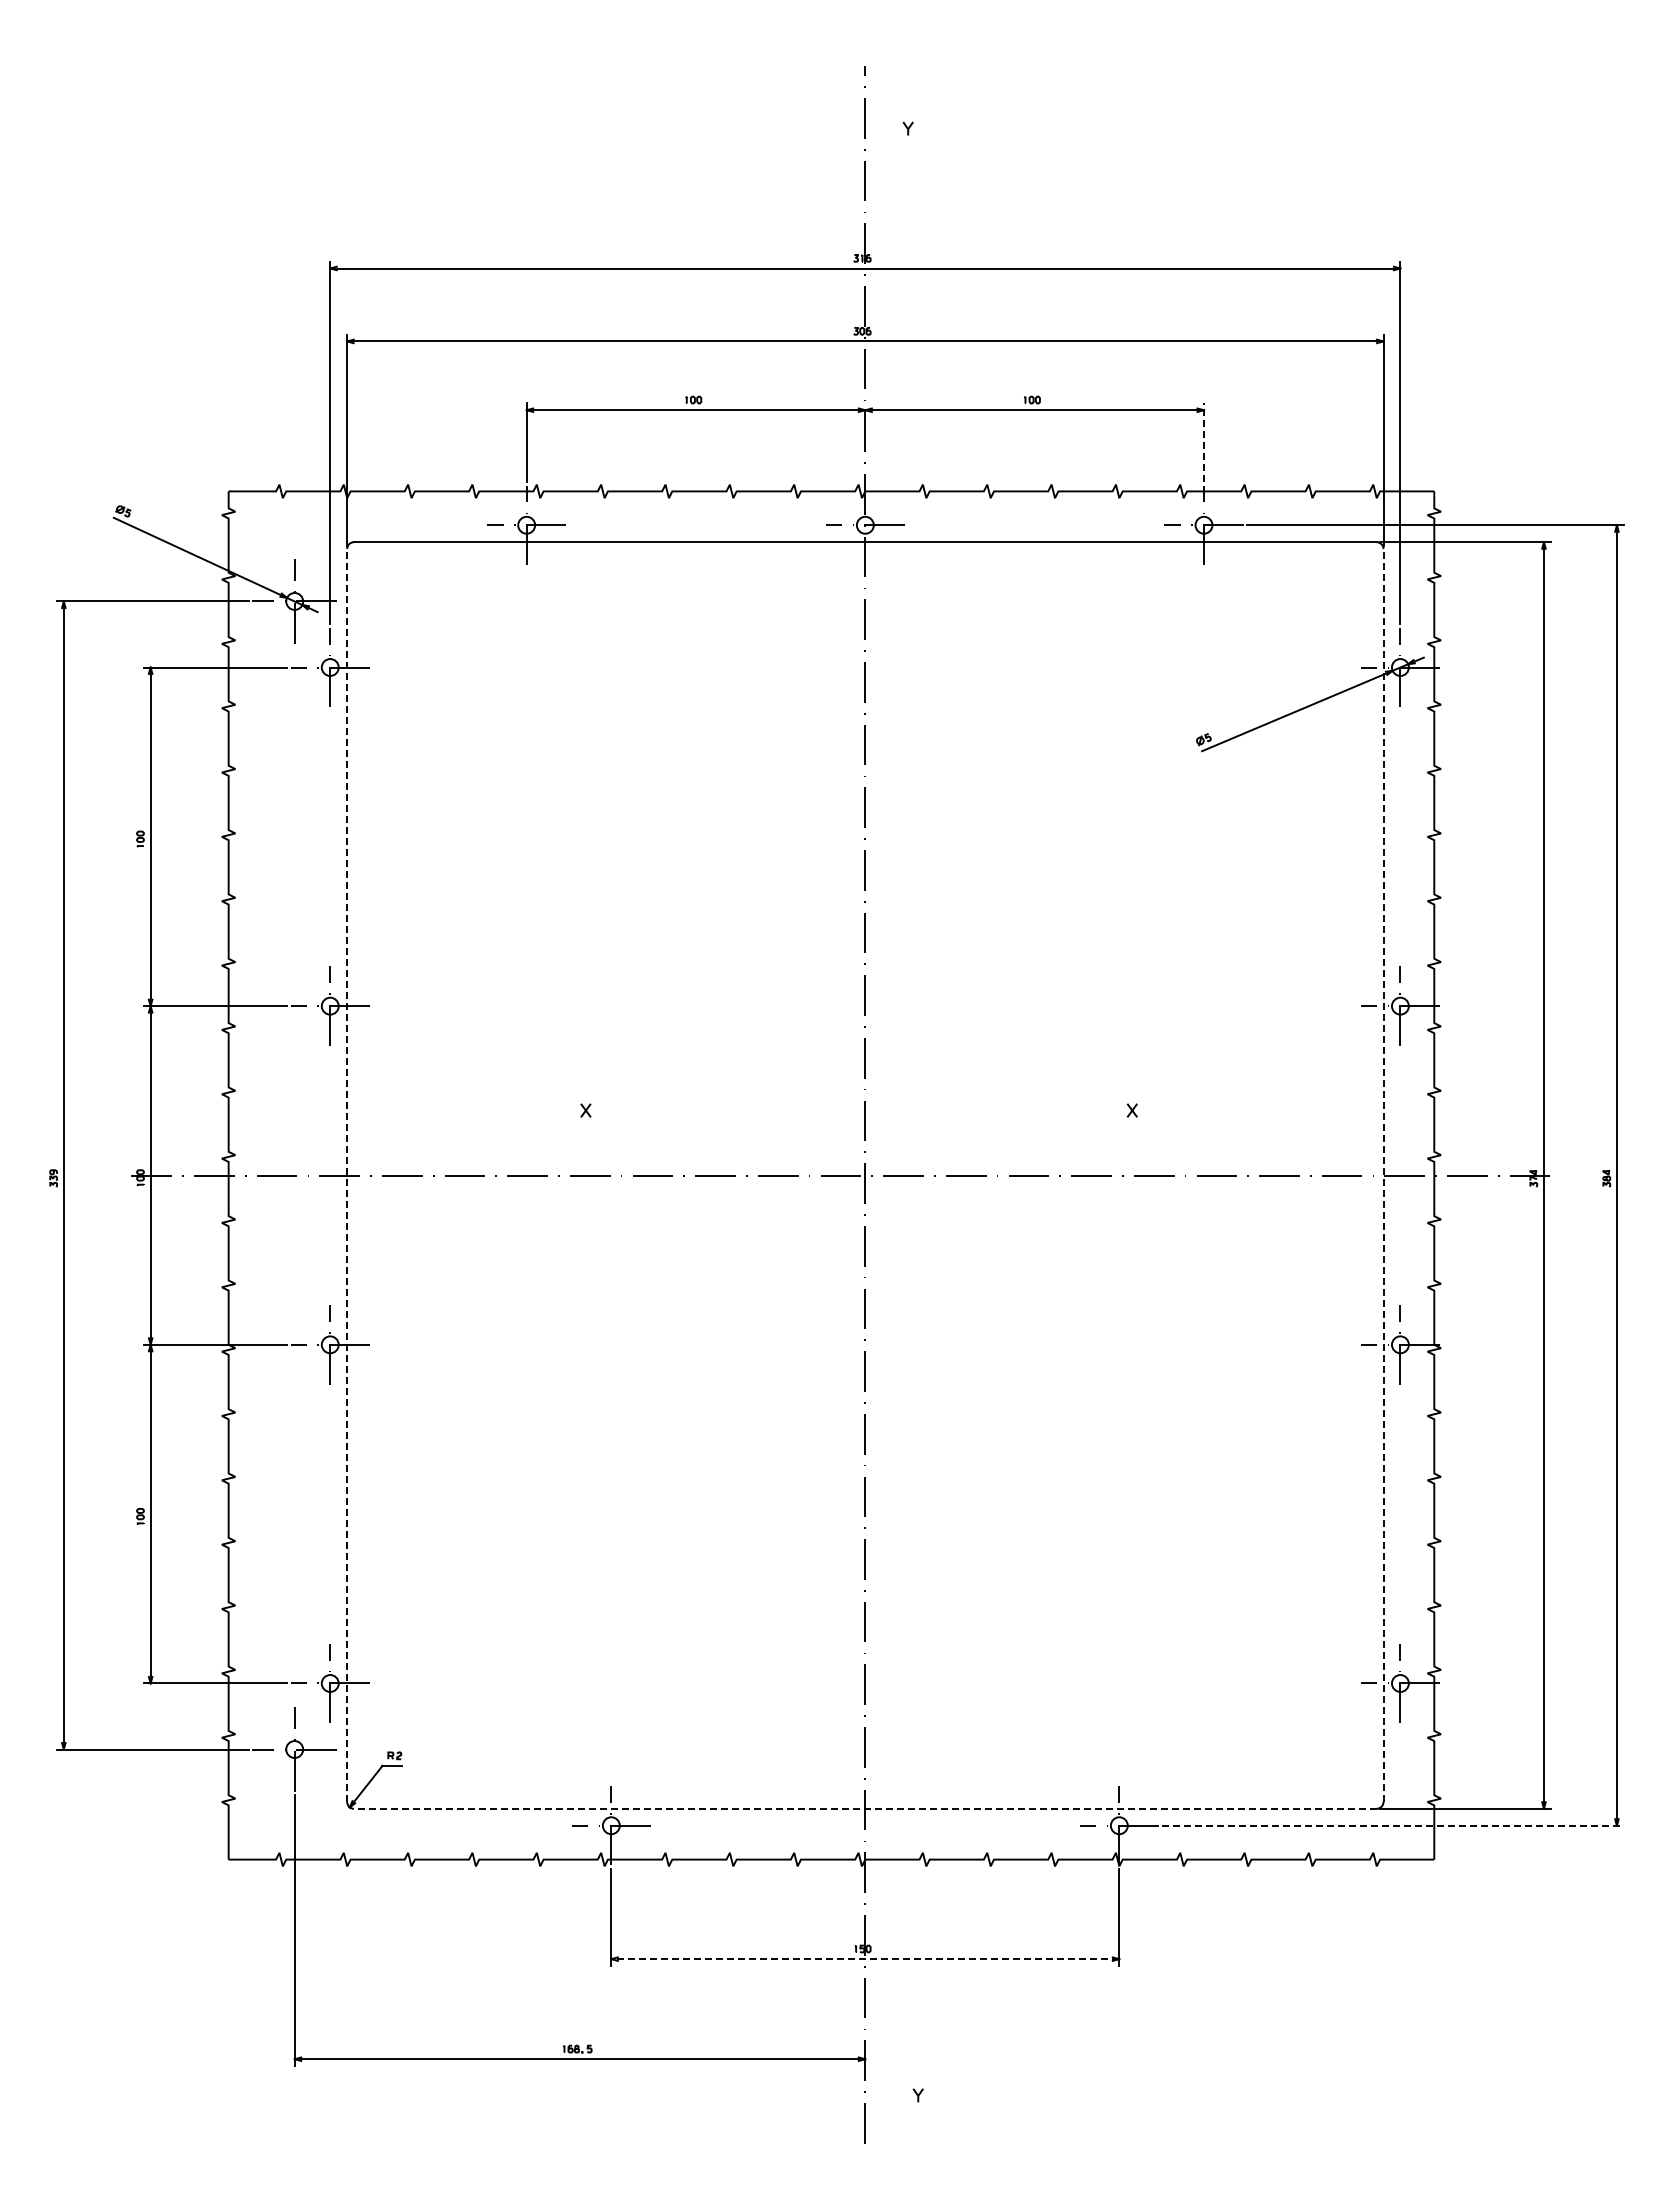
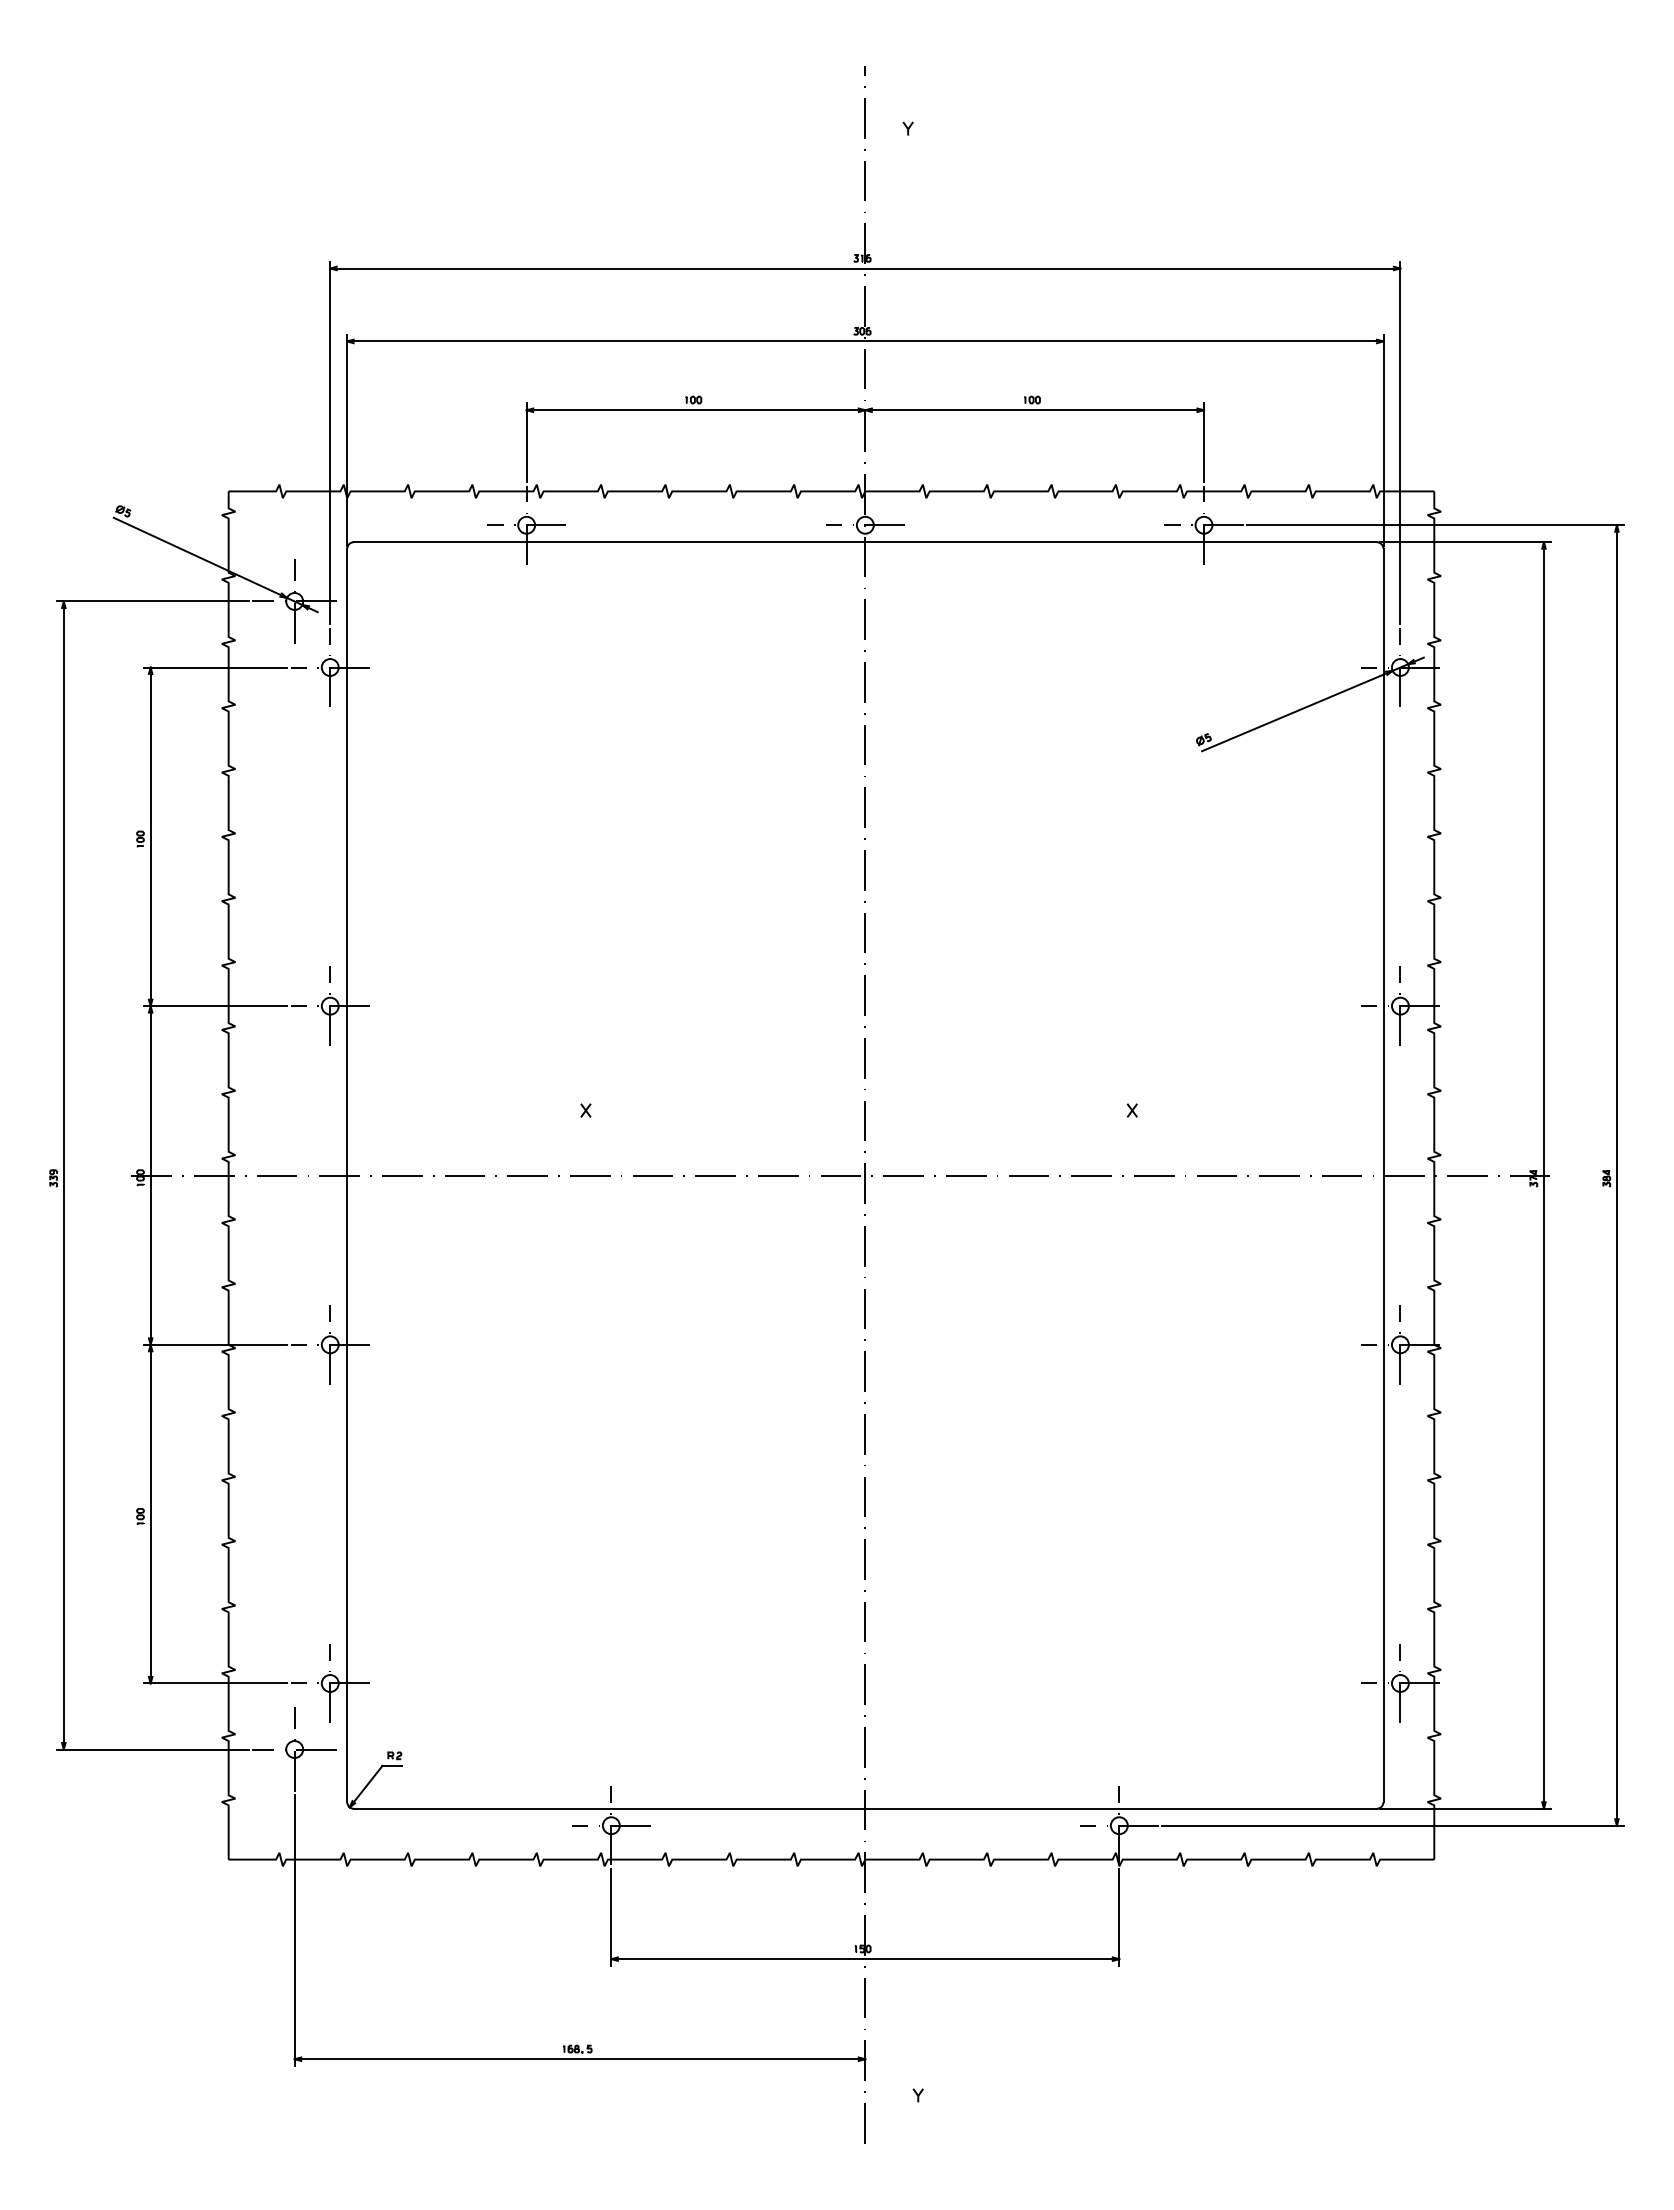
line at (1204, 442): dashed -> solid
line at (347, 1175): dashed -> solid
line at (1383, 1175): dashed -> solid
line at (864, 1808): dashed -> solid
line at (1393, 1825): dashed -> solid
line at (865, 1959): dashed -> solid
